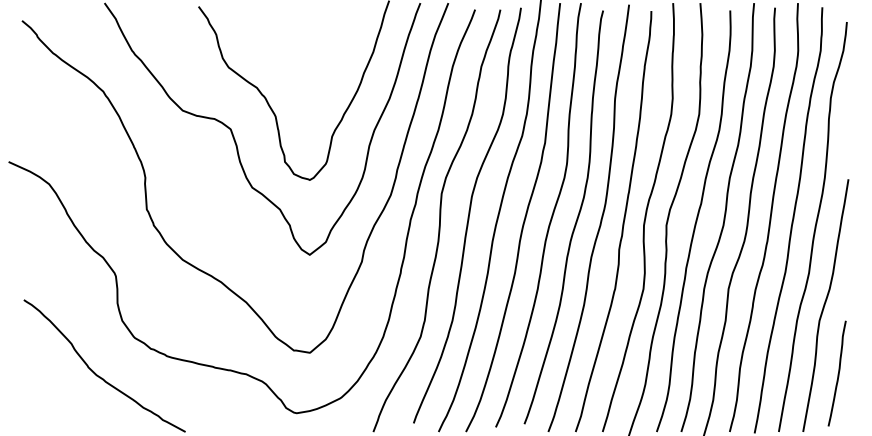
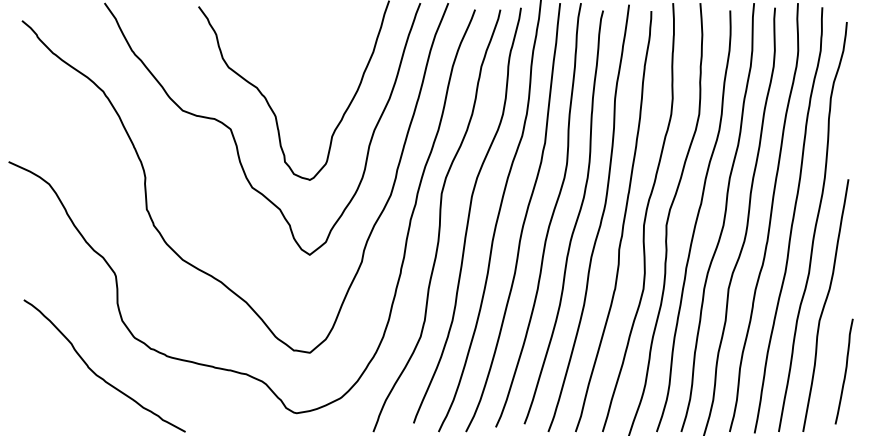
curve at (837, 373) position: (837, 373) -> (844, 371)
